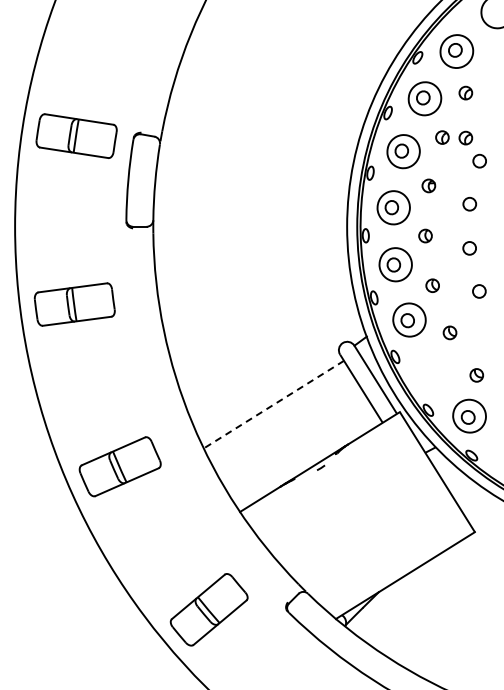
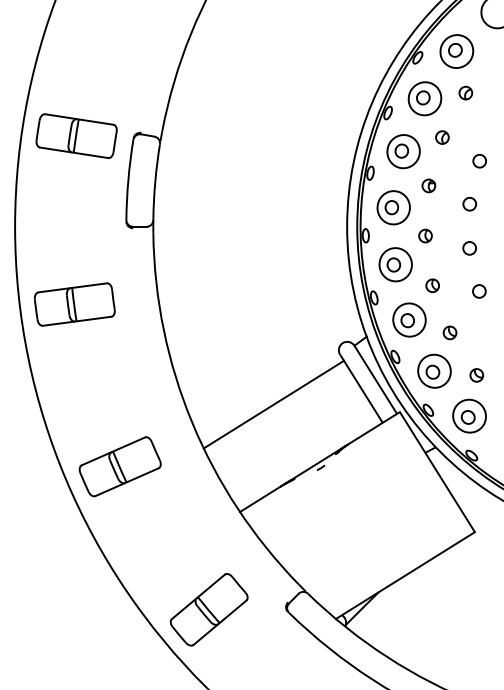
part at (465, 137): present -> none
part at (434, 370): none -> present
line at (273, 404): dashed -> solid
